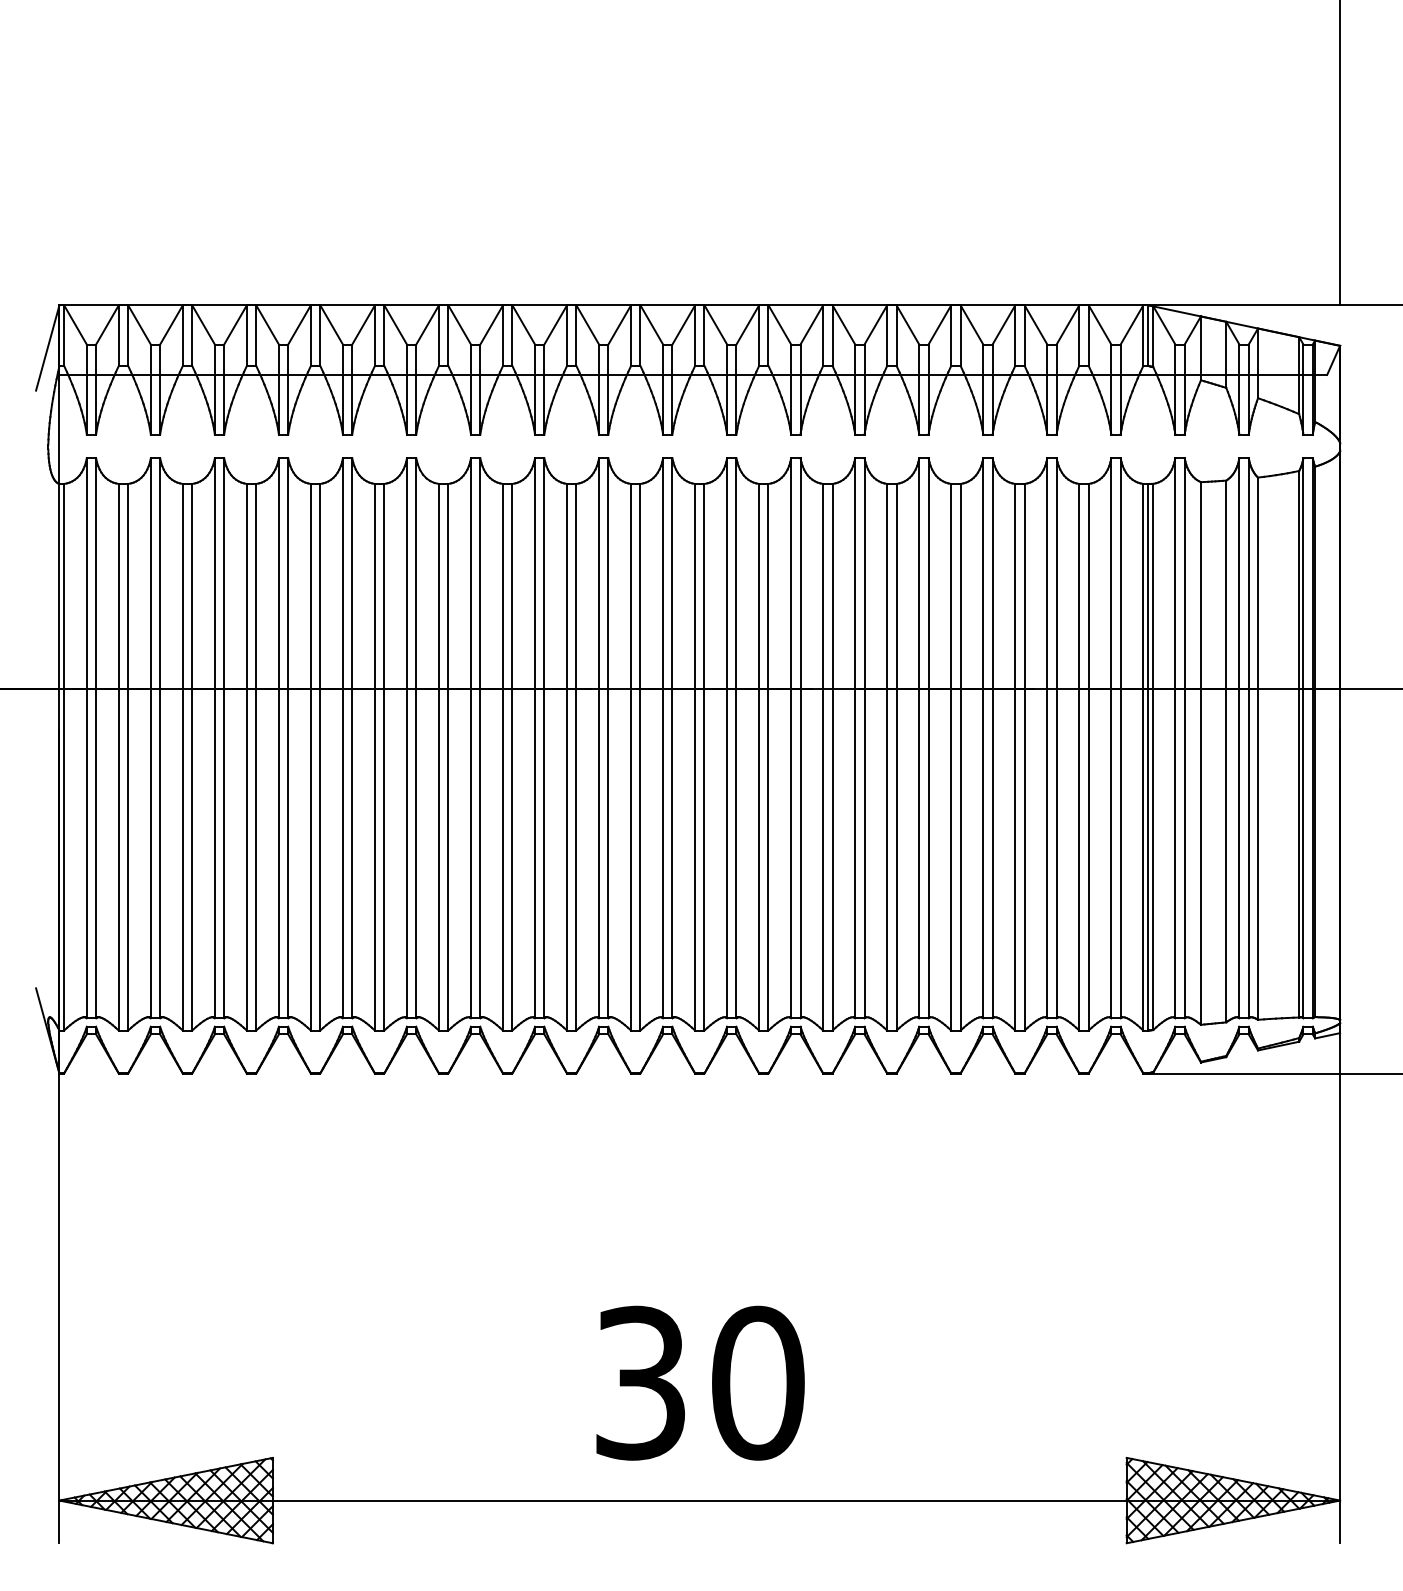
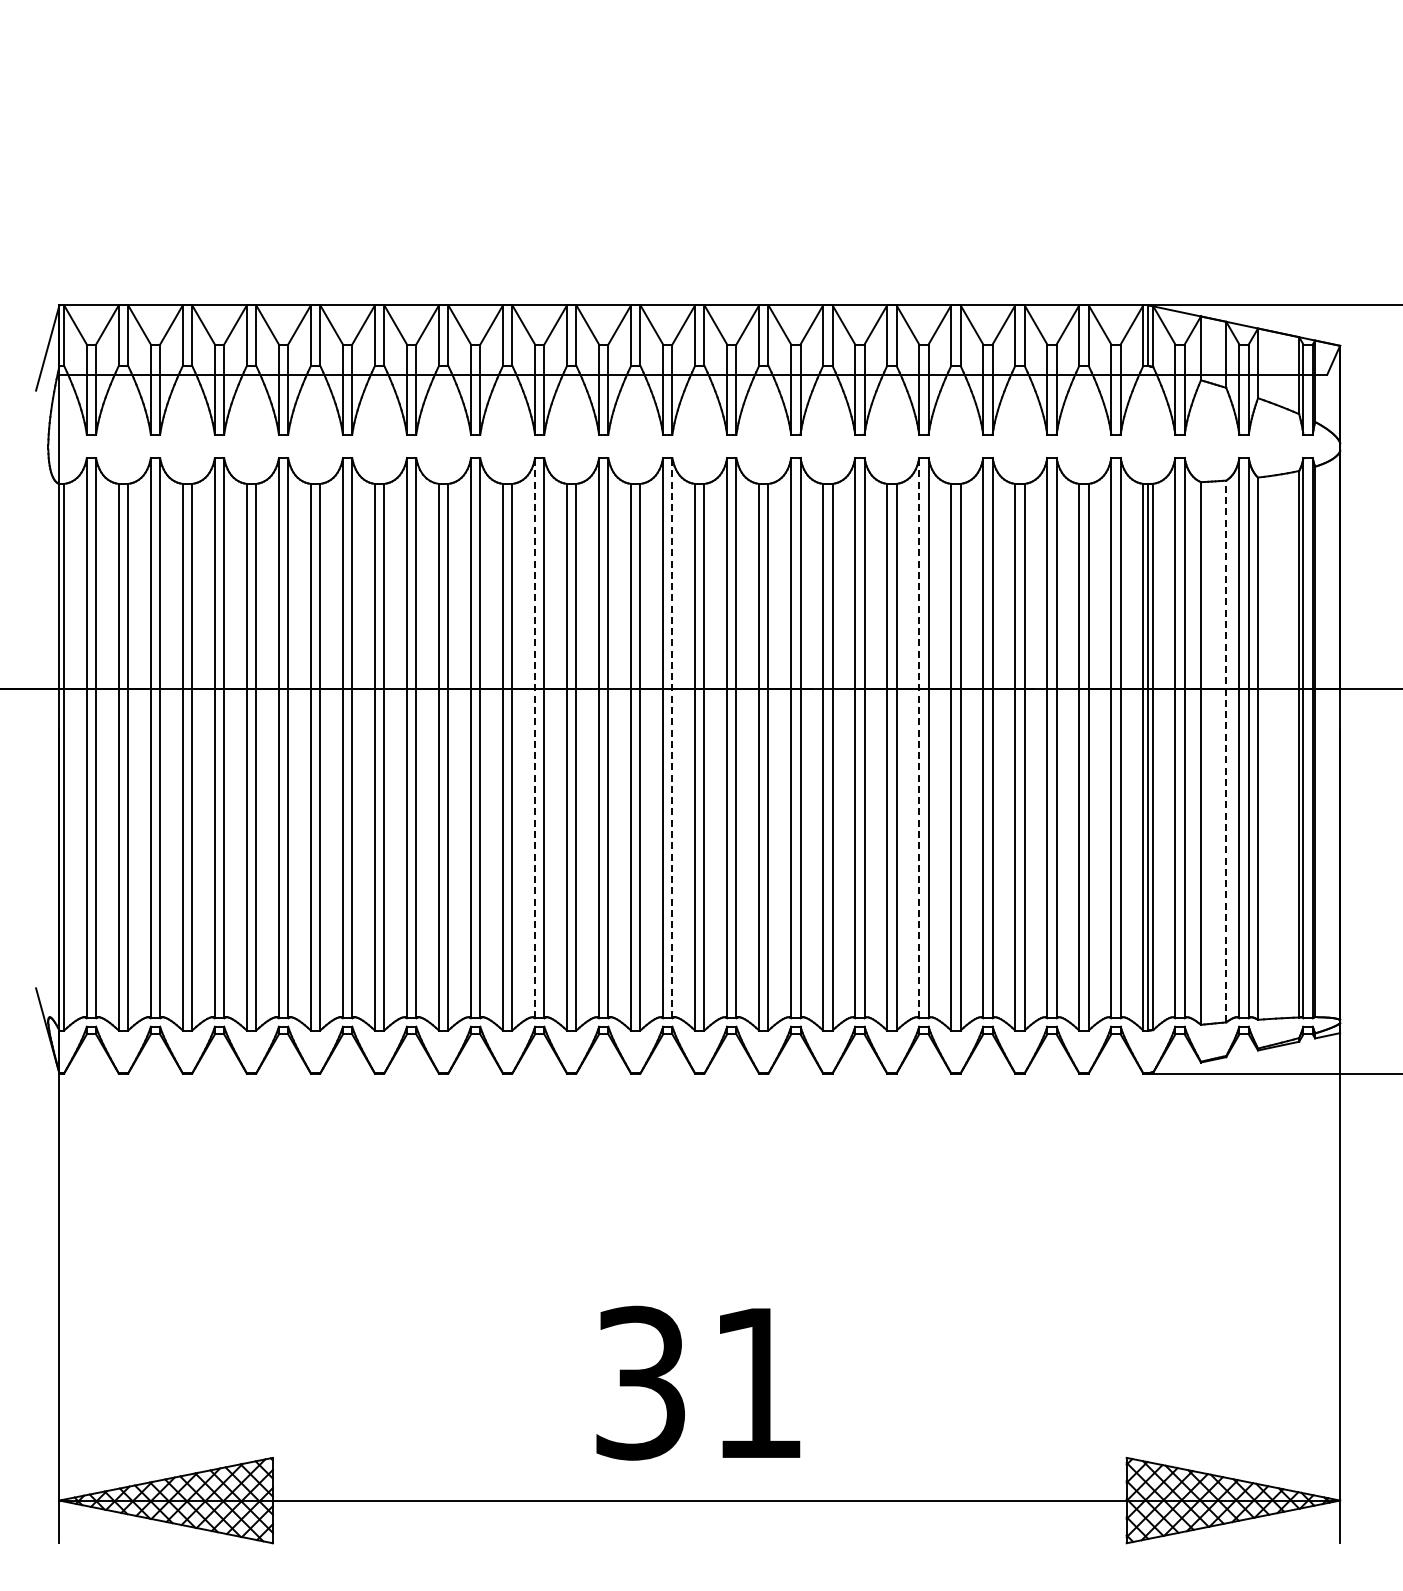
line at (1340, 153): present -> none
line at (535, 737): solid -> dashed
line at (672, 737): solid -> dashed
line at (919, 737): solid -> dashed
line at (1226, 751): solid -> dashed
text at (758, 1382): 30 -> 31
